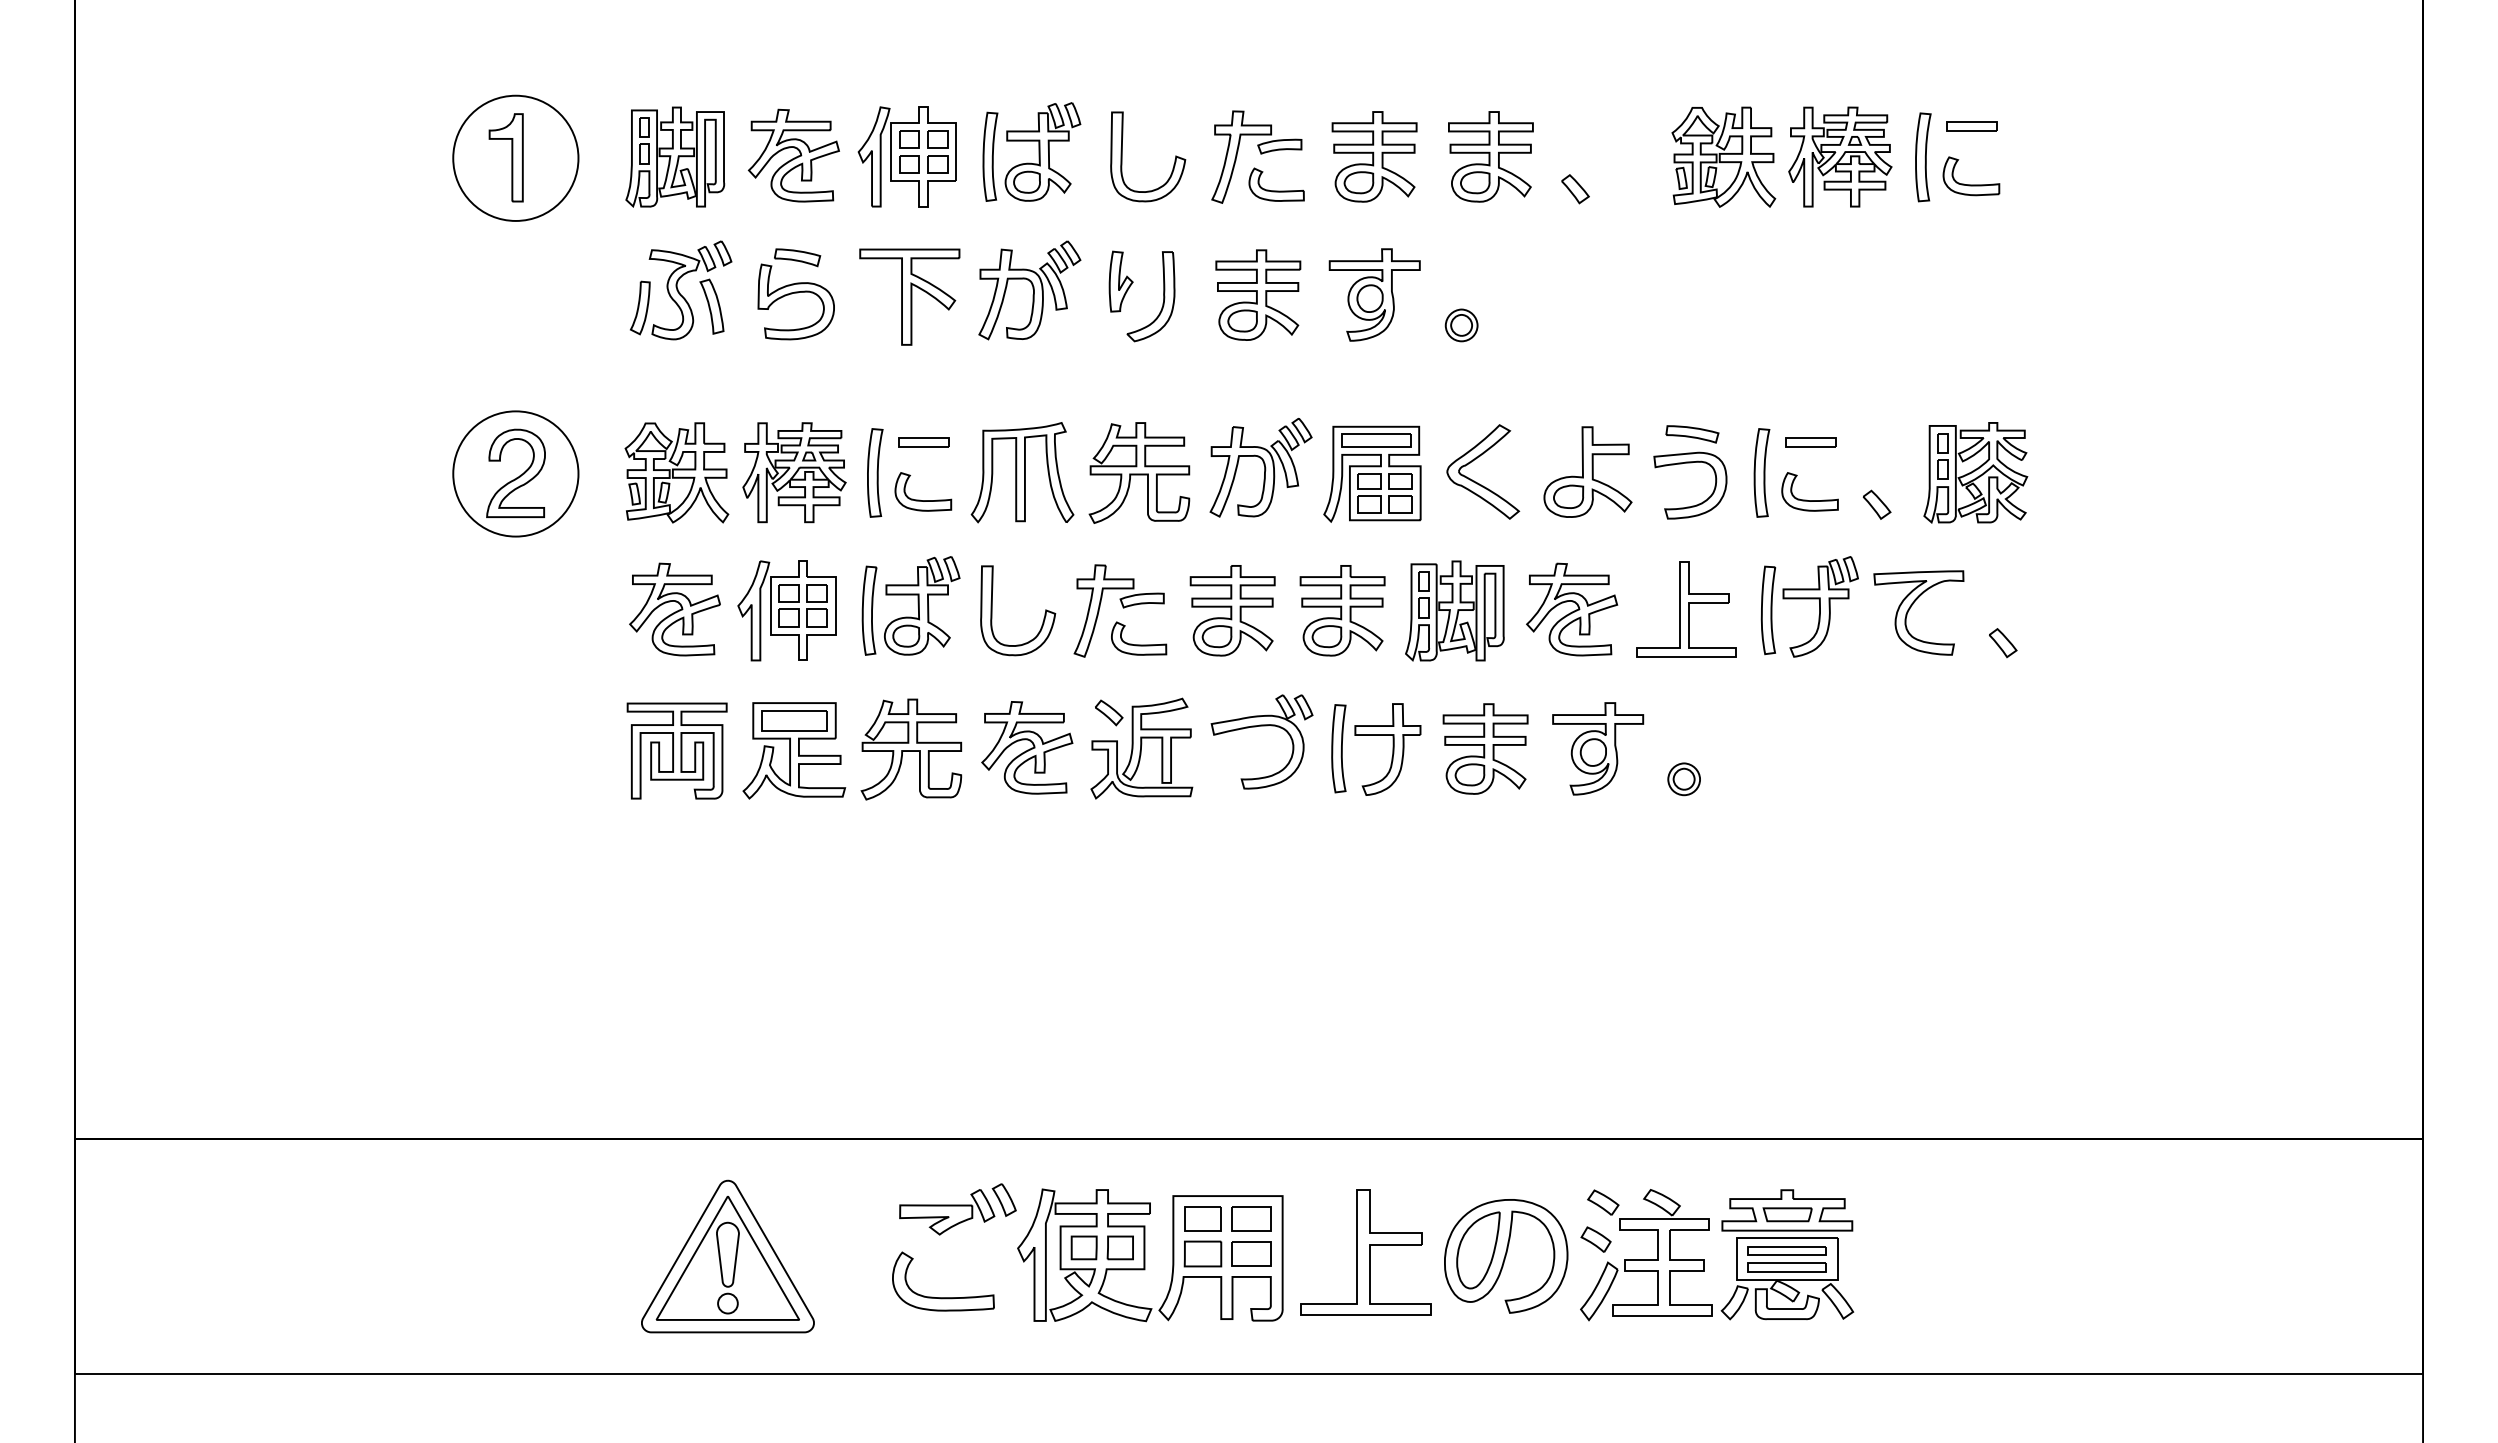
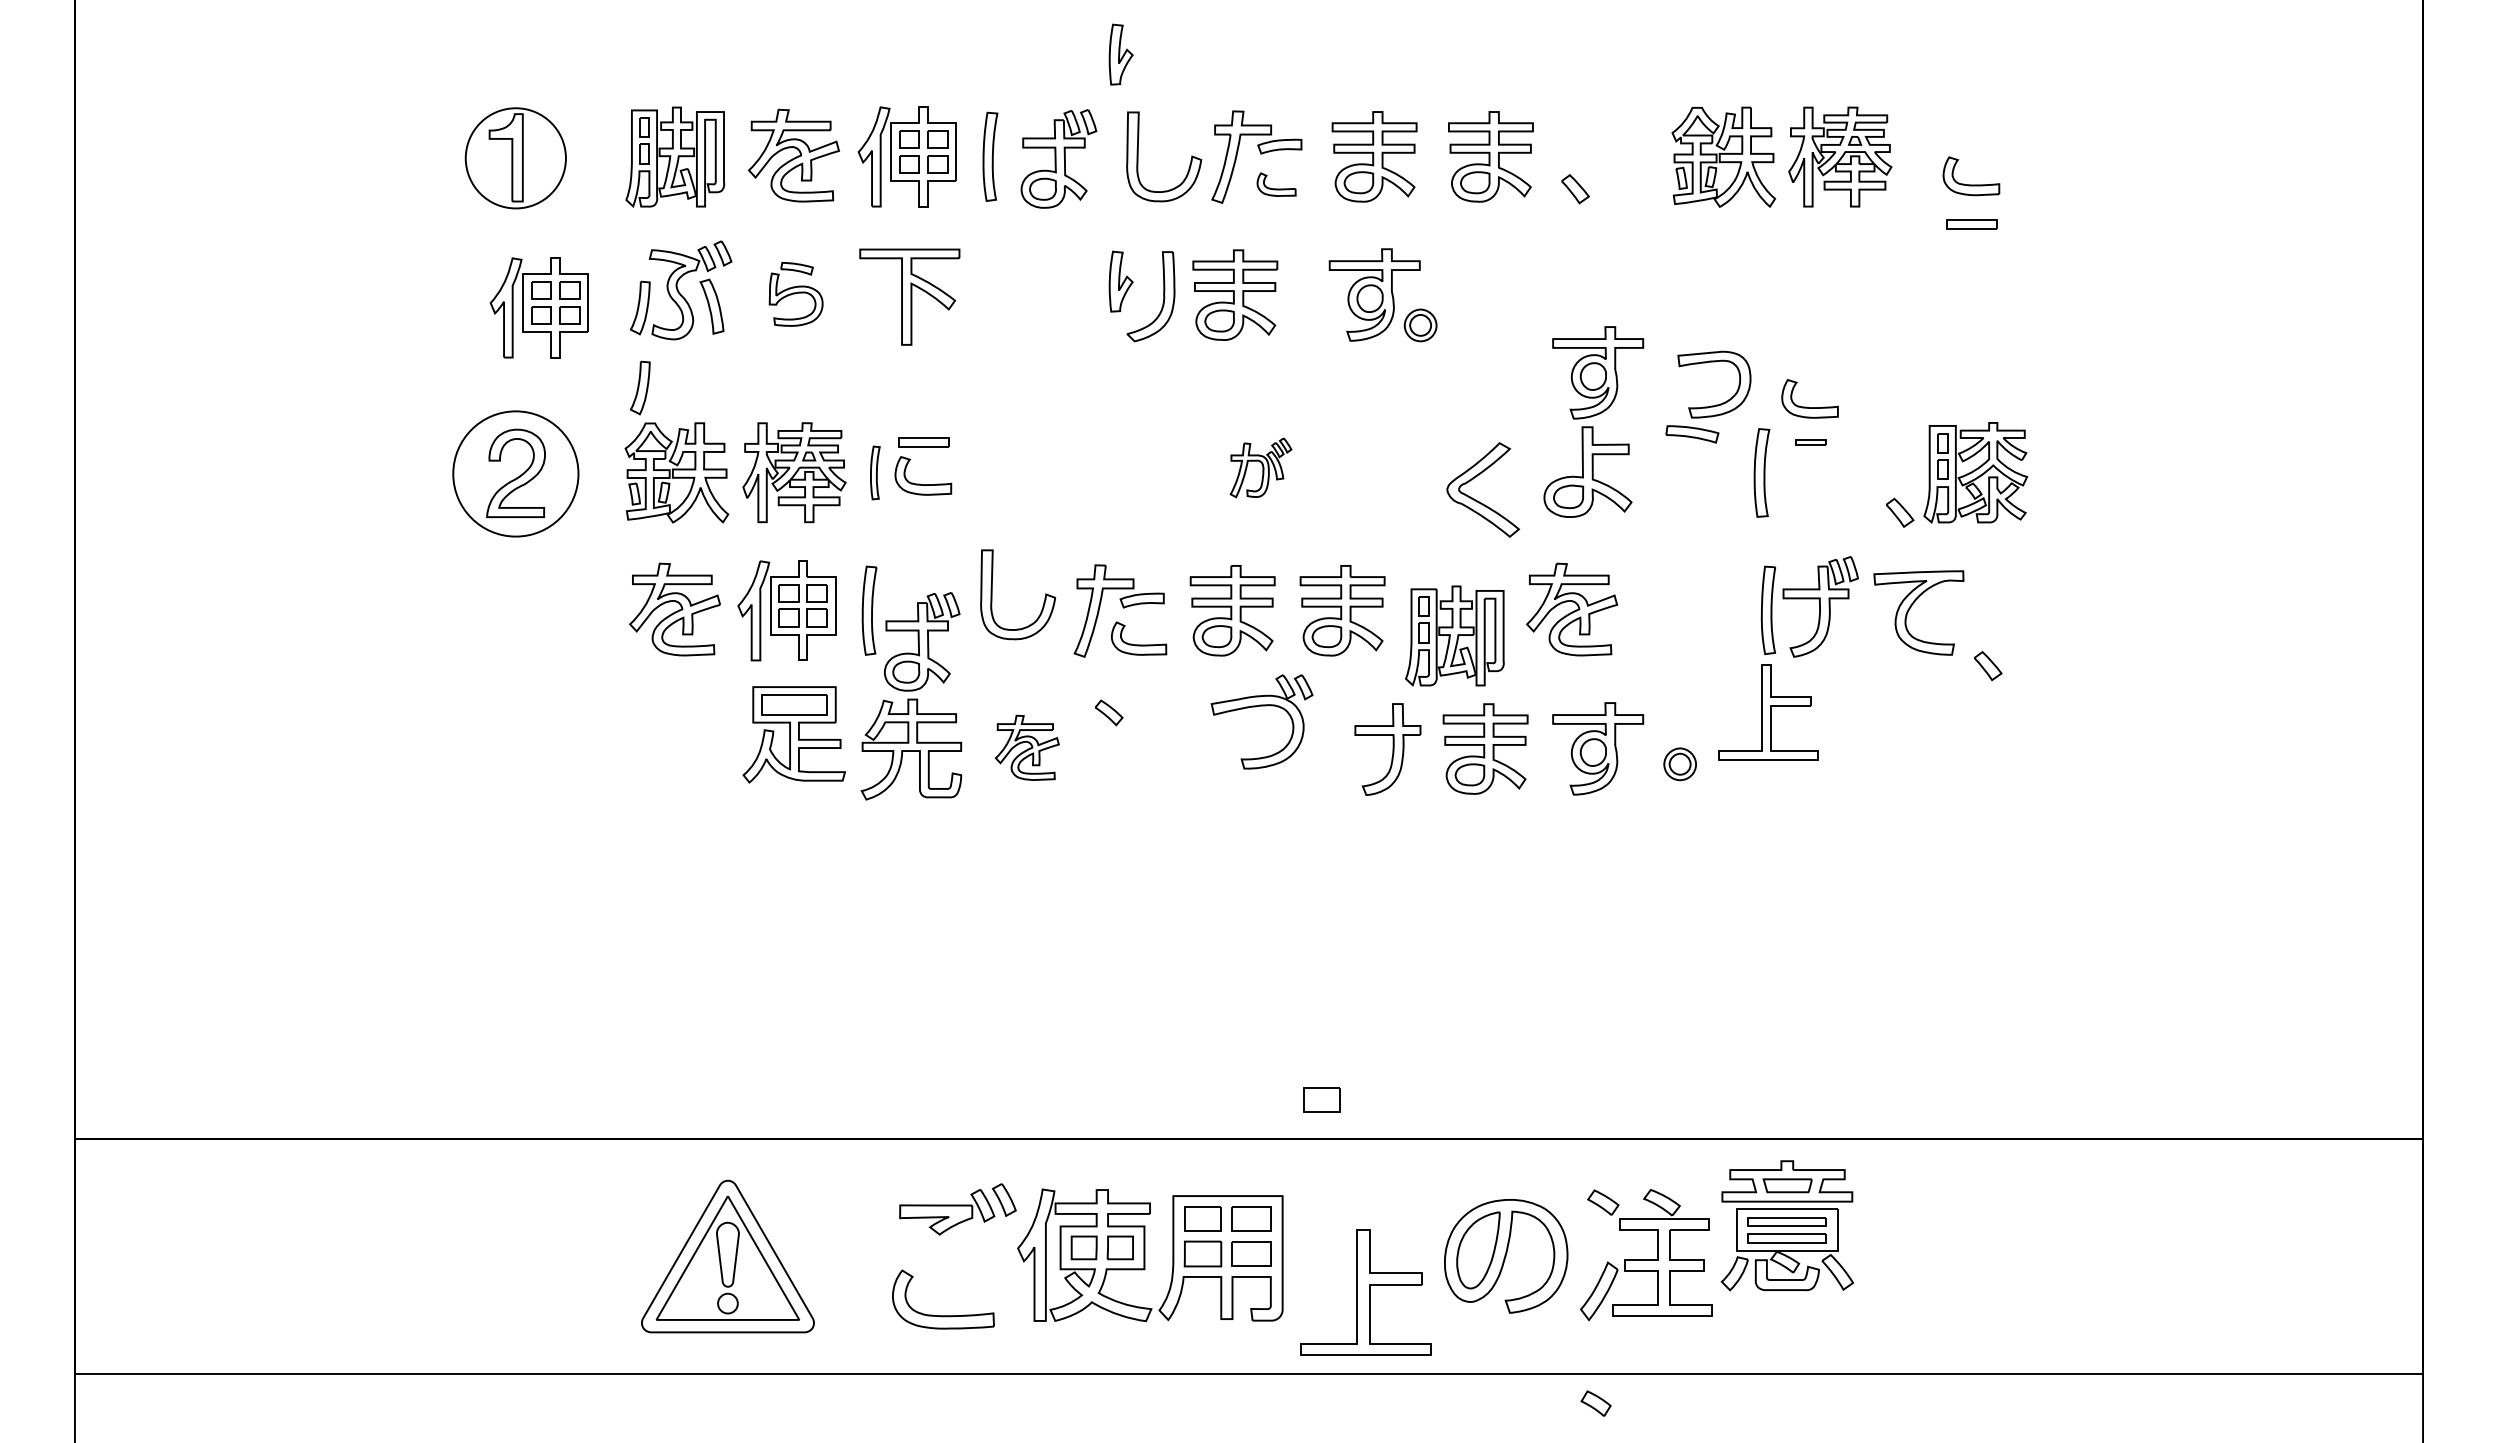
part at (1120, 54): none -> present
part at (1971, 126) position: (1971, 126) -> (1971, 224)
part at (1042, 151) position: (1042, 151) -> (1058, 158)
part at (1122, 156) position: (1122, 156) -> (1138, 156)
circle at (515, 157) diameter: 125 px -> 100 px
part at (1923, 157): present -> none
part at (1276, 184) size: 57x35 px -> 41x25 px
part at (1029, 290): present -> none
part at (795, 294) size: 78x93 px -> 56x65 px
part at (1258, 294) position: (1258, 294) -> (1235, 294)
part at (538, 307): none -> present
part at (1461, 325) position: (1461, 325) -> (1420, 325)
part at (1598, 372): none -> present
part at (640, 387): none -> present
part at (1810, 442) size: 52x11 px -> 32x7 px
part at (1260, 467) size: 104x100 px -> 64x62 px
part at (875, 472) size: 17x90 px -> 11x56 px
part at (1022, 472): present -> none
part at (1139, 472): present -> none
part at (1372, 473): present -> none
part at (1476, 481) position: (1476, 481) -> (1476, 499)
part at (920, 499) position: (920, 499) -> (920, 483)
part at (1806, 499) position: (1806, 499) -> (1806, 406)
part at (1698, 503) position: (1698, 503) -> (1722, 402)
part at (1876, 504) position: (1876, 504) -> (1899, 512)
part at (922, 605) position: (922, 605) -> (922, 641)
part at (1686, 609) position: (1686, 609) -> (1768, 712)
part at (992, 610) position: (992, 610) -> (992, 594)
part at (1454, 610) position: (1454, 610) -> (1454, 635)
part at (2003, 643) position: (2003, 643) -> (1988, 666)
part at (1256, 727) position: (1256, 727) -> (1256, 707)
part at (1027, 747) size: 93x94 px -> 66x67 px
part at (1141, 748): present -> none
part at (1338, 748): present -> none
part at (676, 750): present -> none
part at (794, 750) position: (794, 750) -> (794, 734)
part at (1683, 779) position: (1683, 779) -> (1679, 764)
part at (1321, 1099): none -> present
part at (1595, 1239) position: (1595, 1239) -> (1595, 1403)
part at (1365, 1252) position: (1365, 1252) -> (1365, 1292)
part at (1787, 1254) position: (1787, 1254) -> (1787, 1225)
part at (943, 1297) position: (943, 1297) -> (943, 1315)
